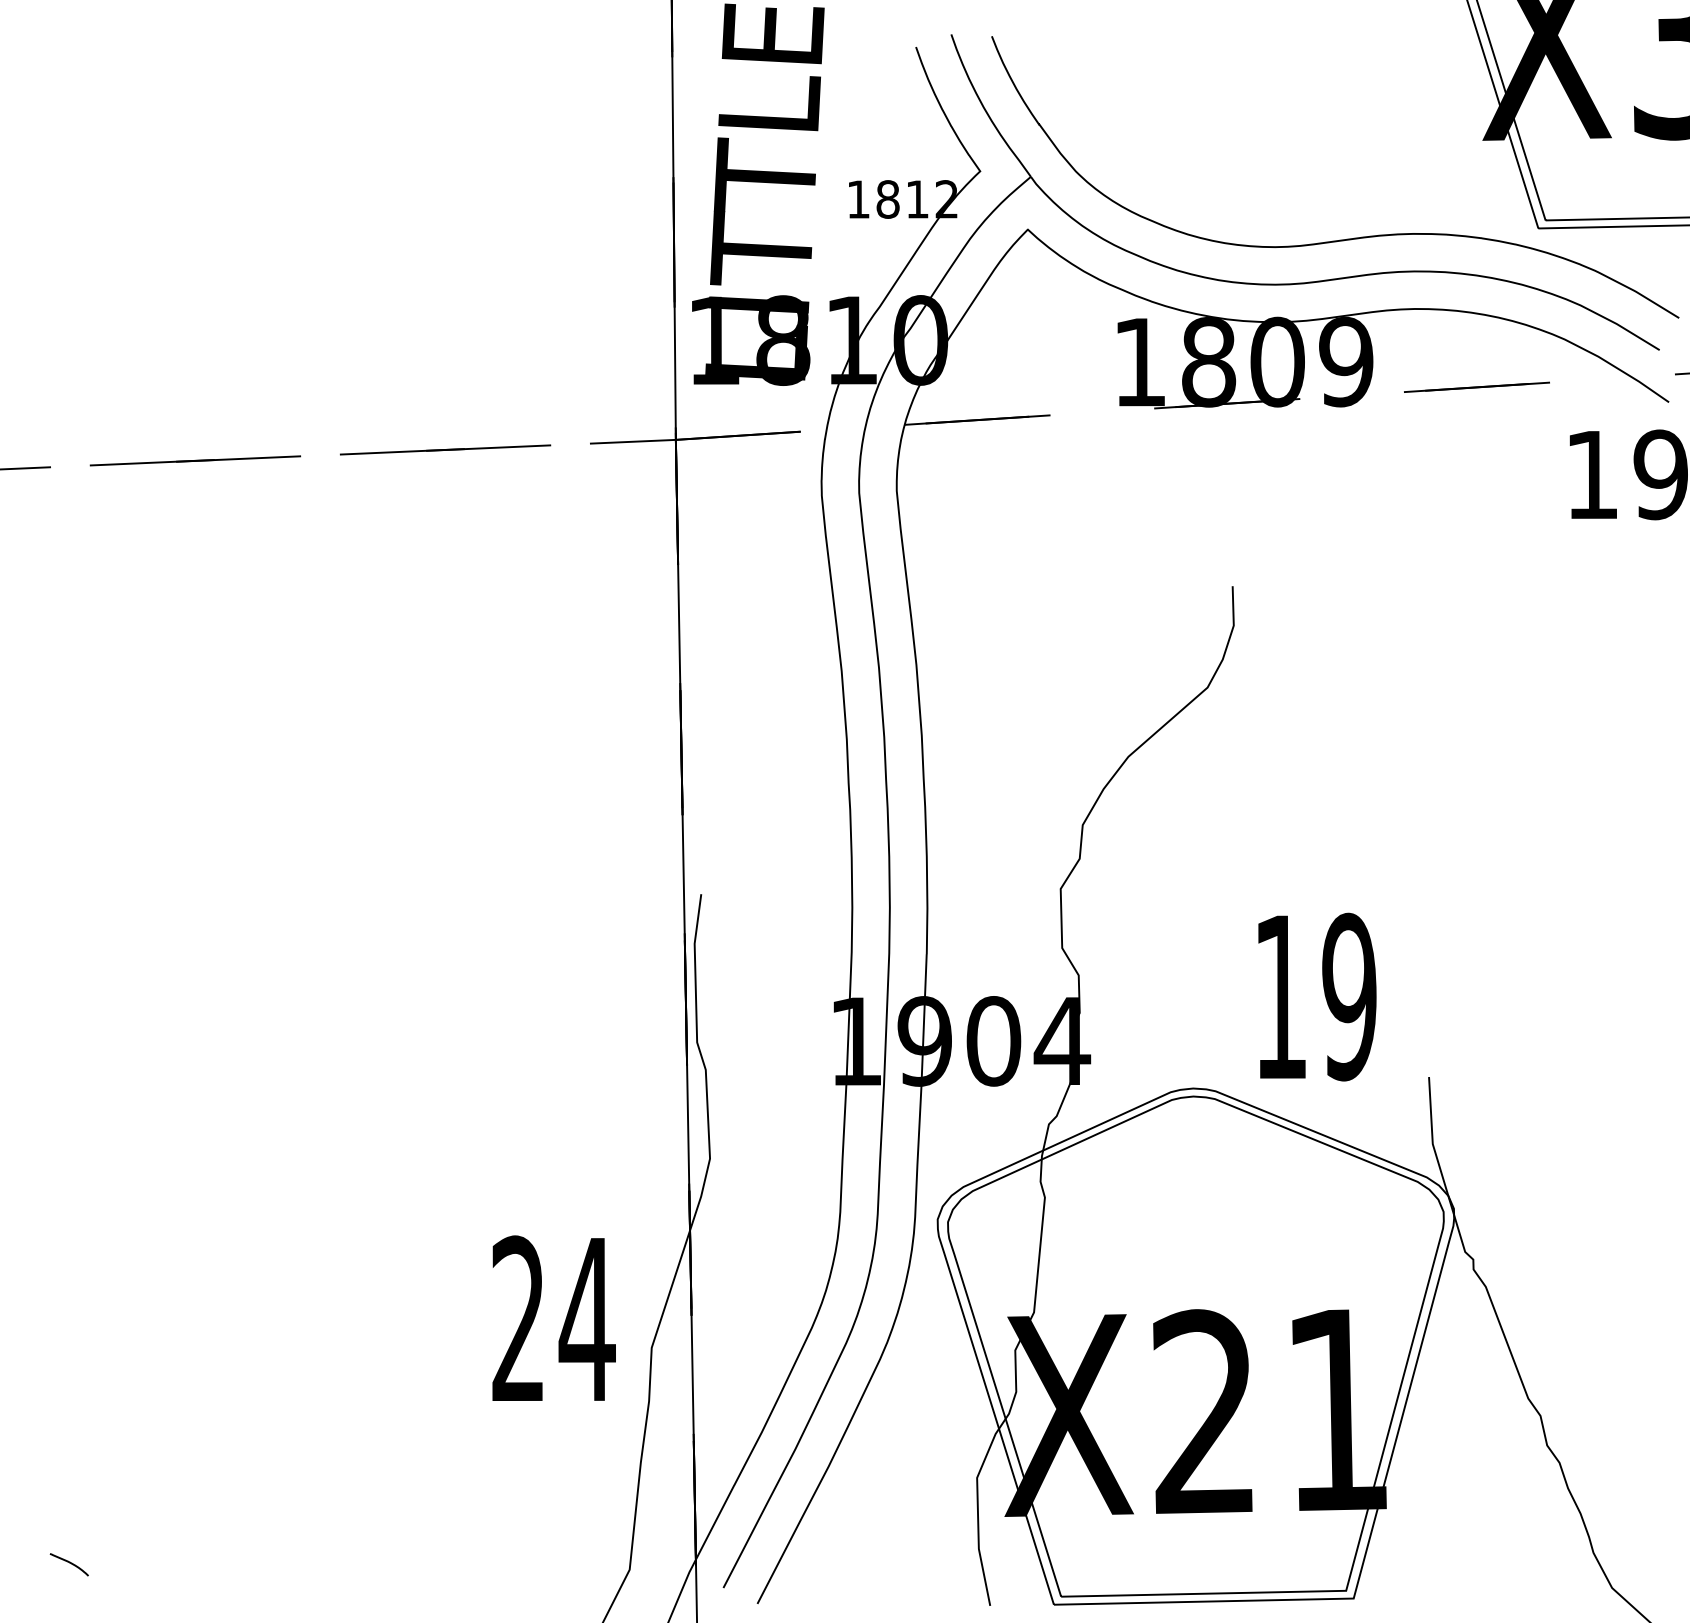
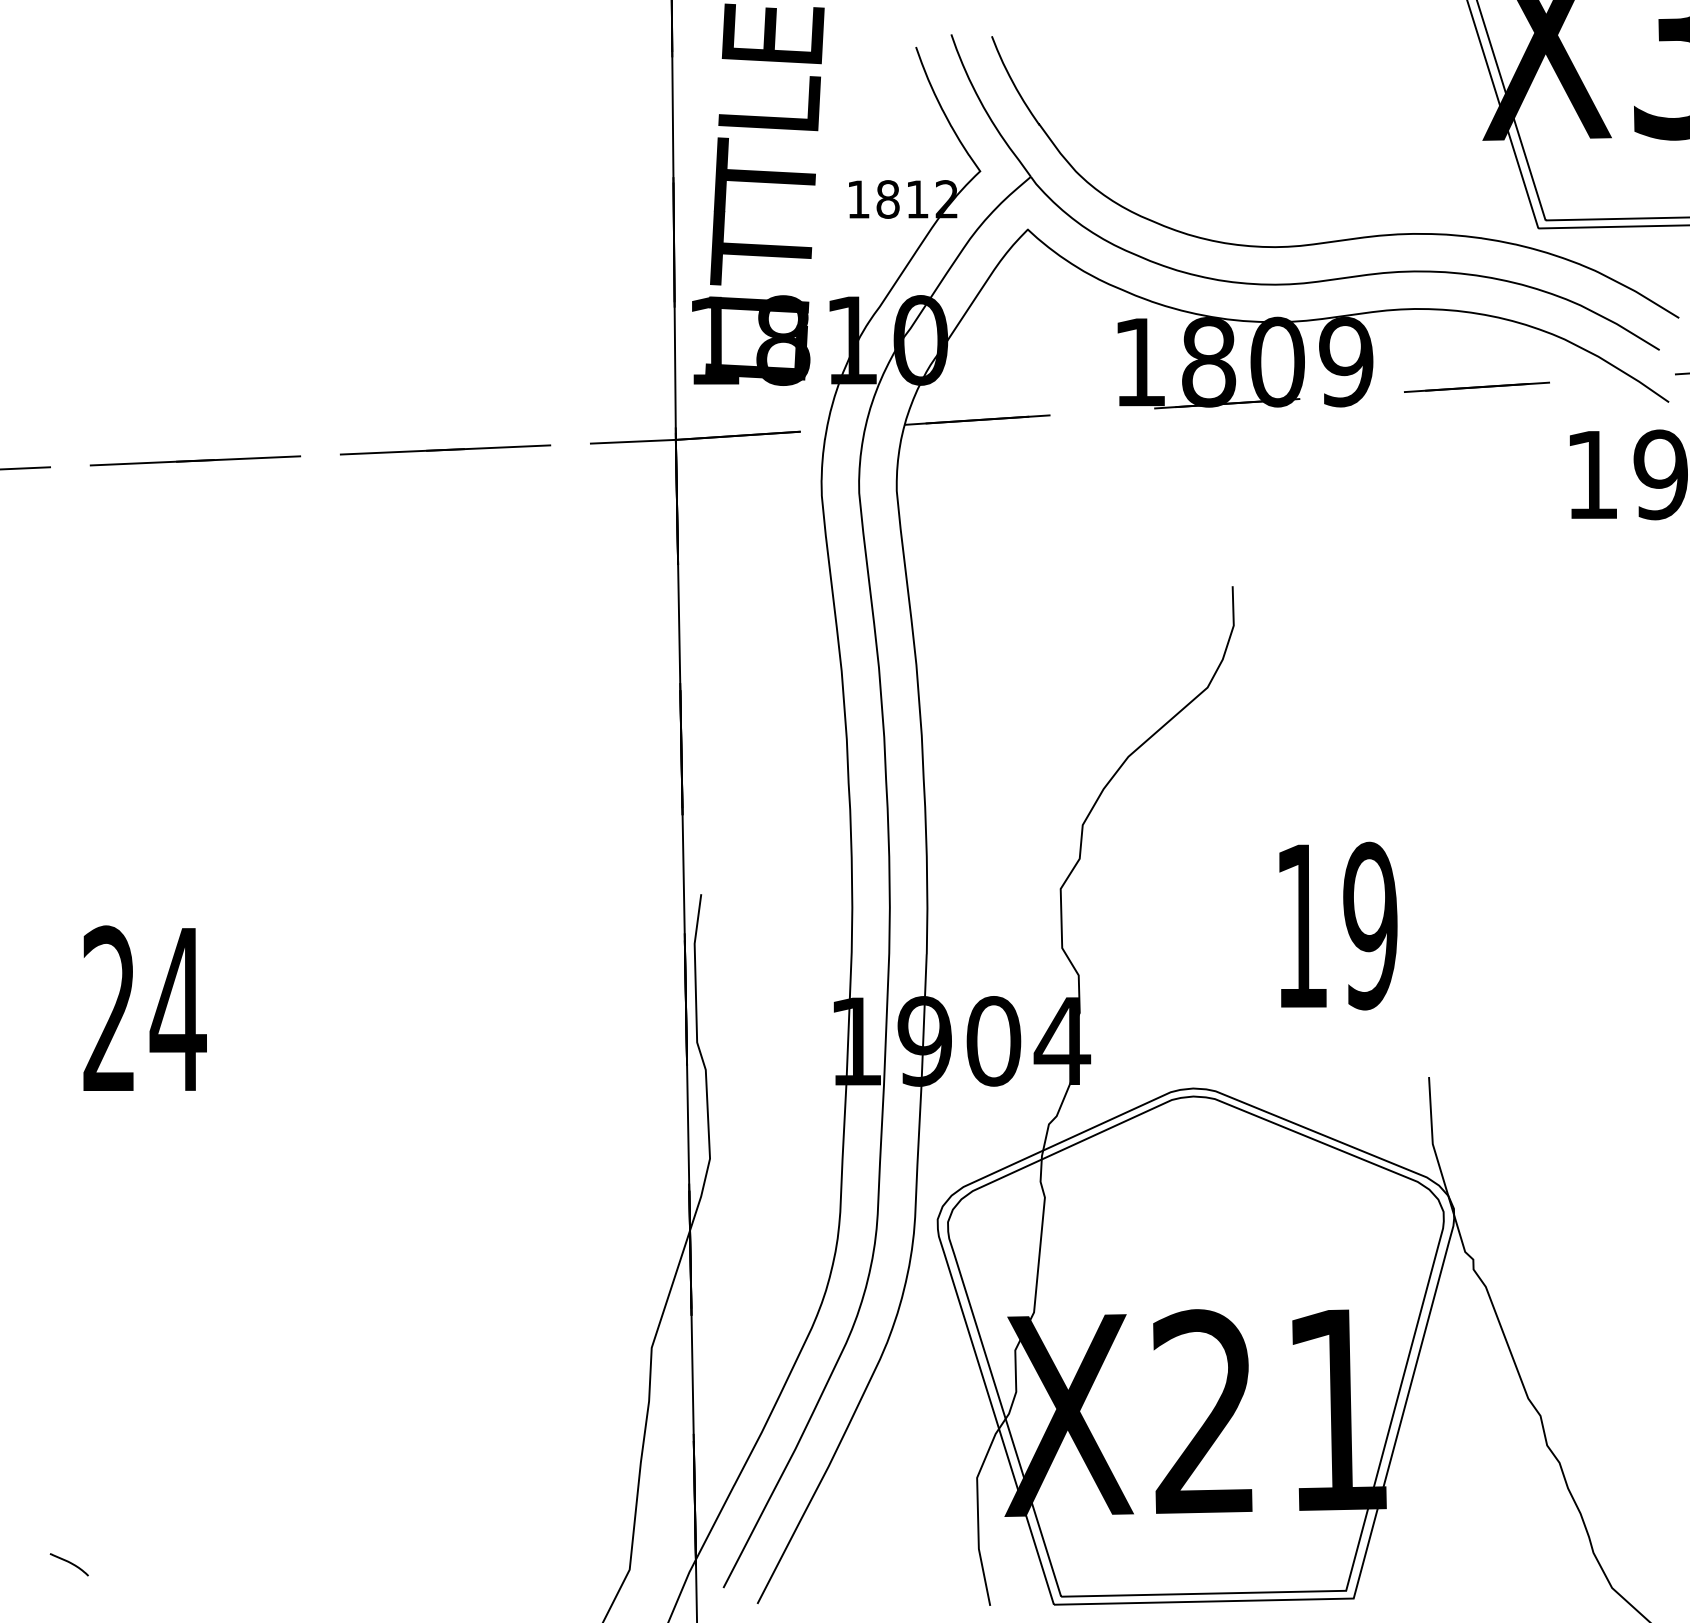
text at (1317, 996) position: (1317, 996) -> (1338, 925)
text at (553, 1317) position: (553, 1317) -> (144, 1007)
